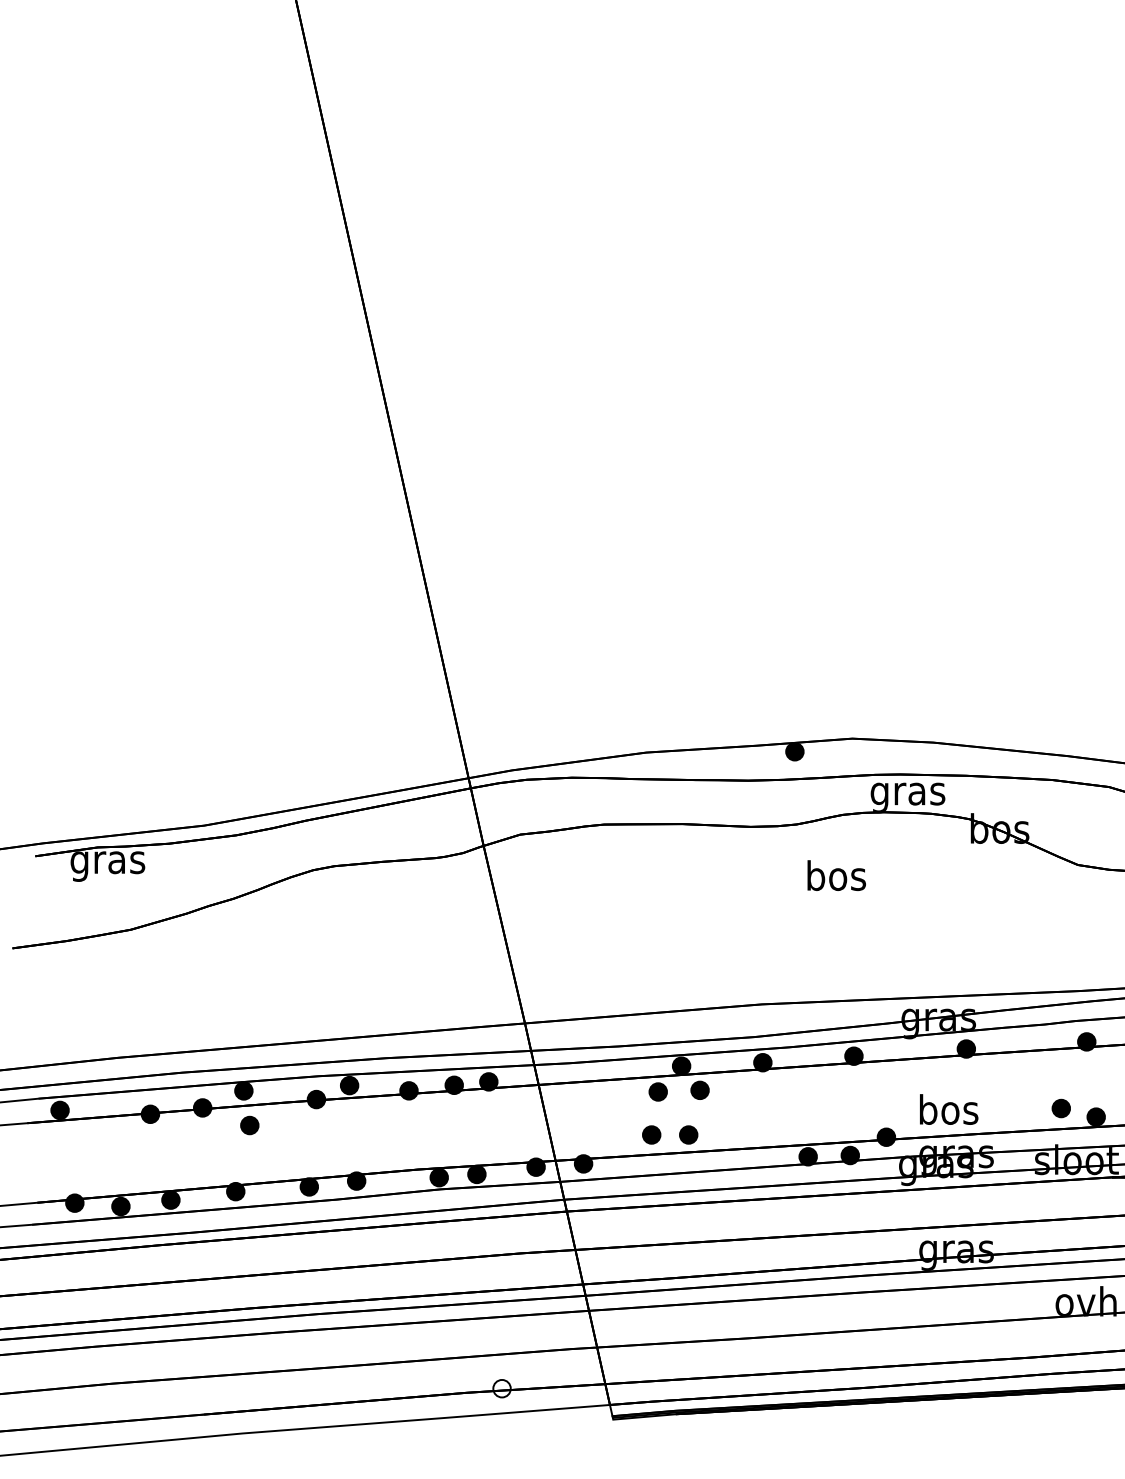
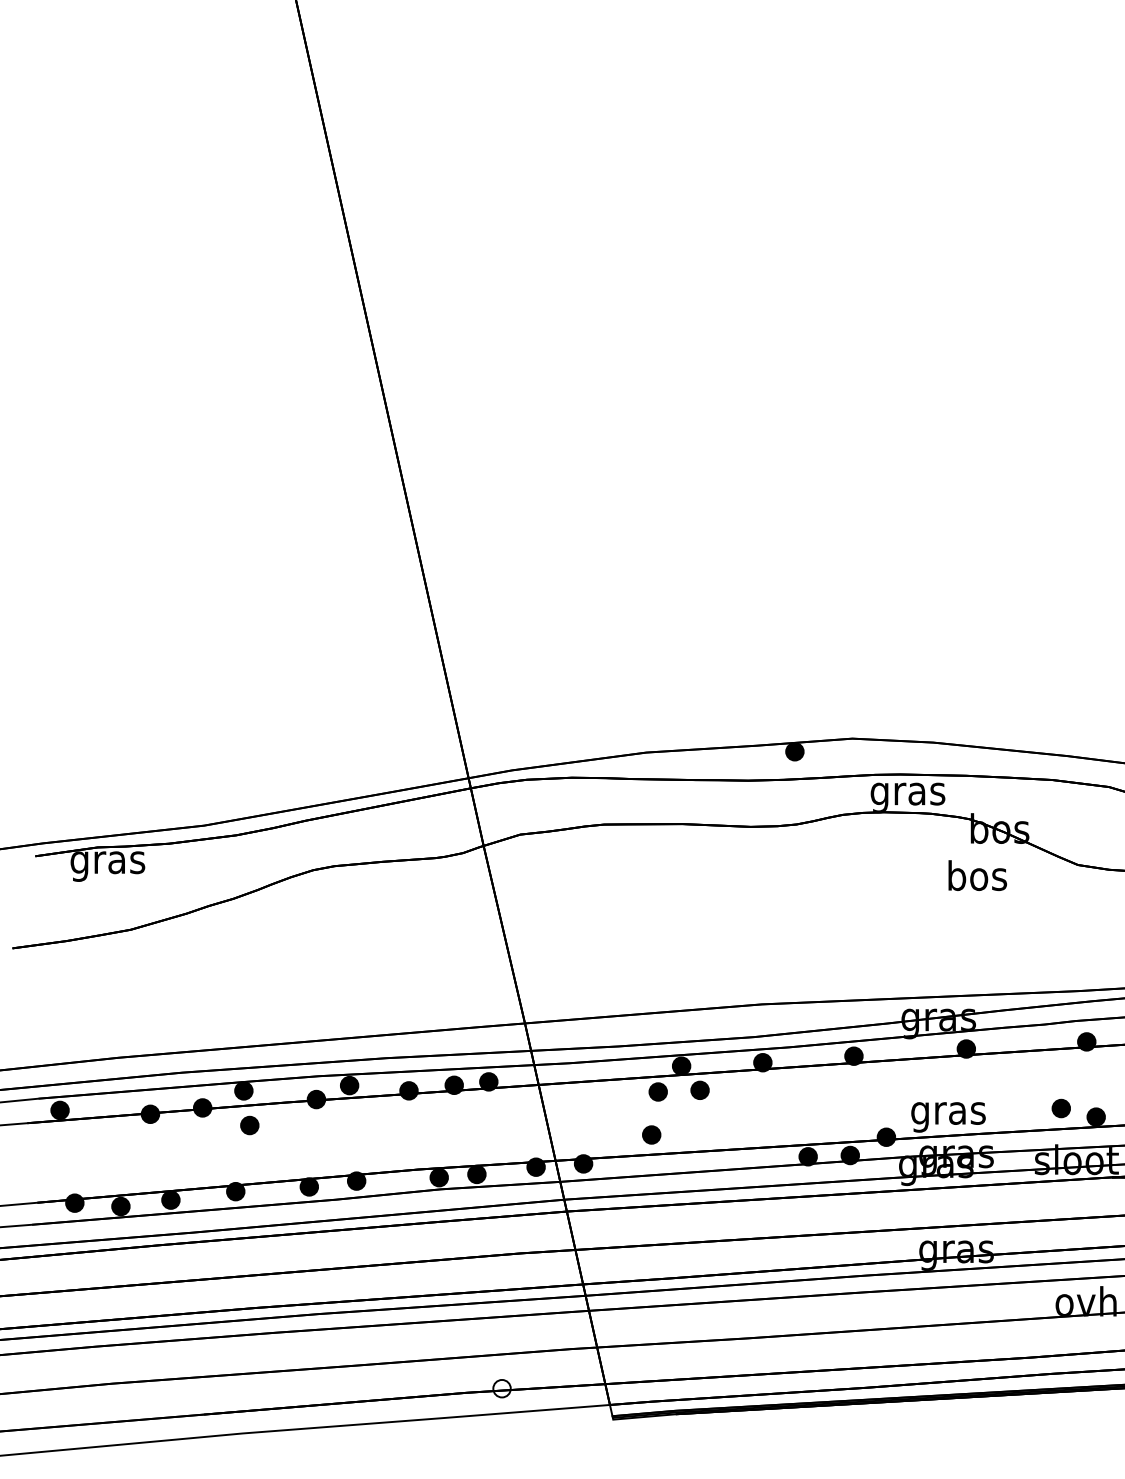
text at (836, 875) position: (836, 875) -> (977, 875)
text at (948, 1113): bos -> gras
part at (688, 1134): present -> none
